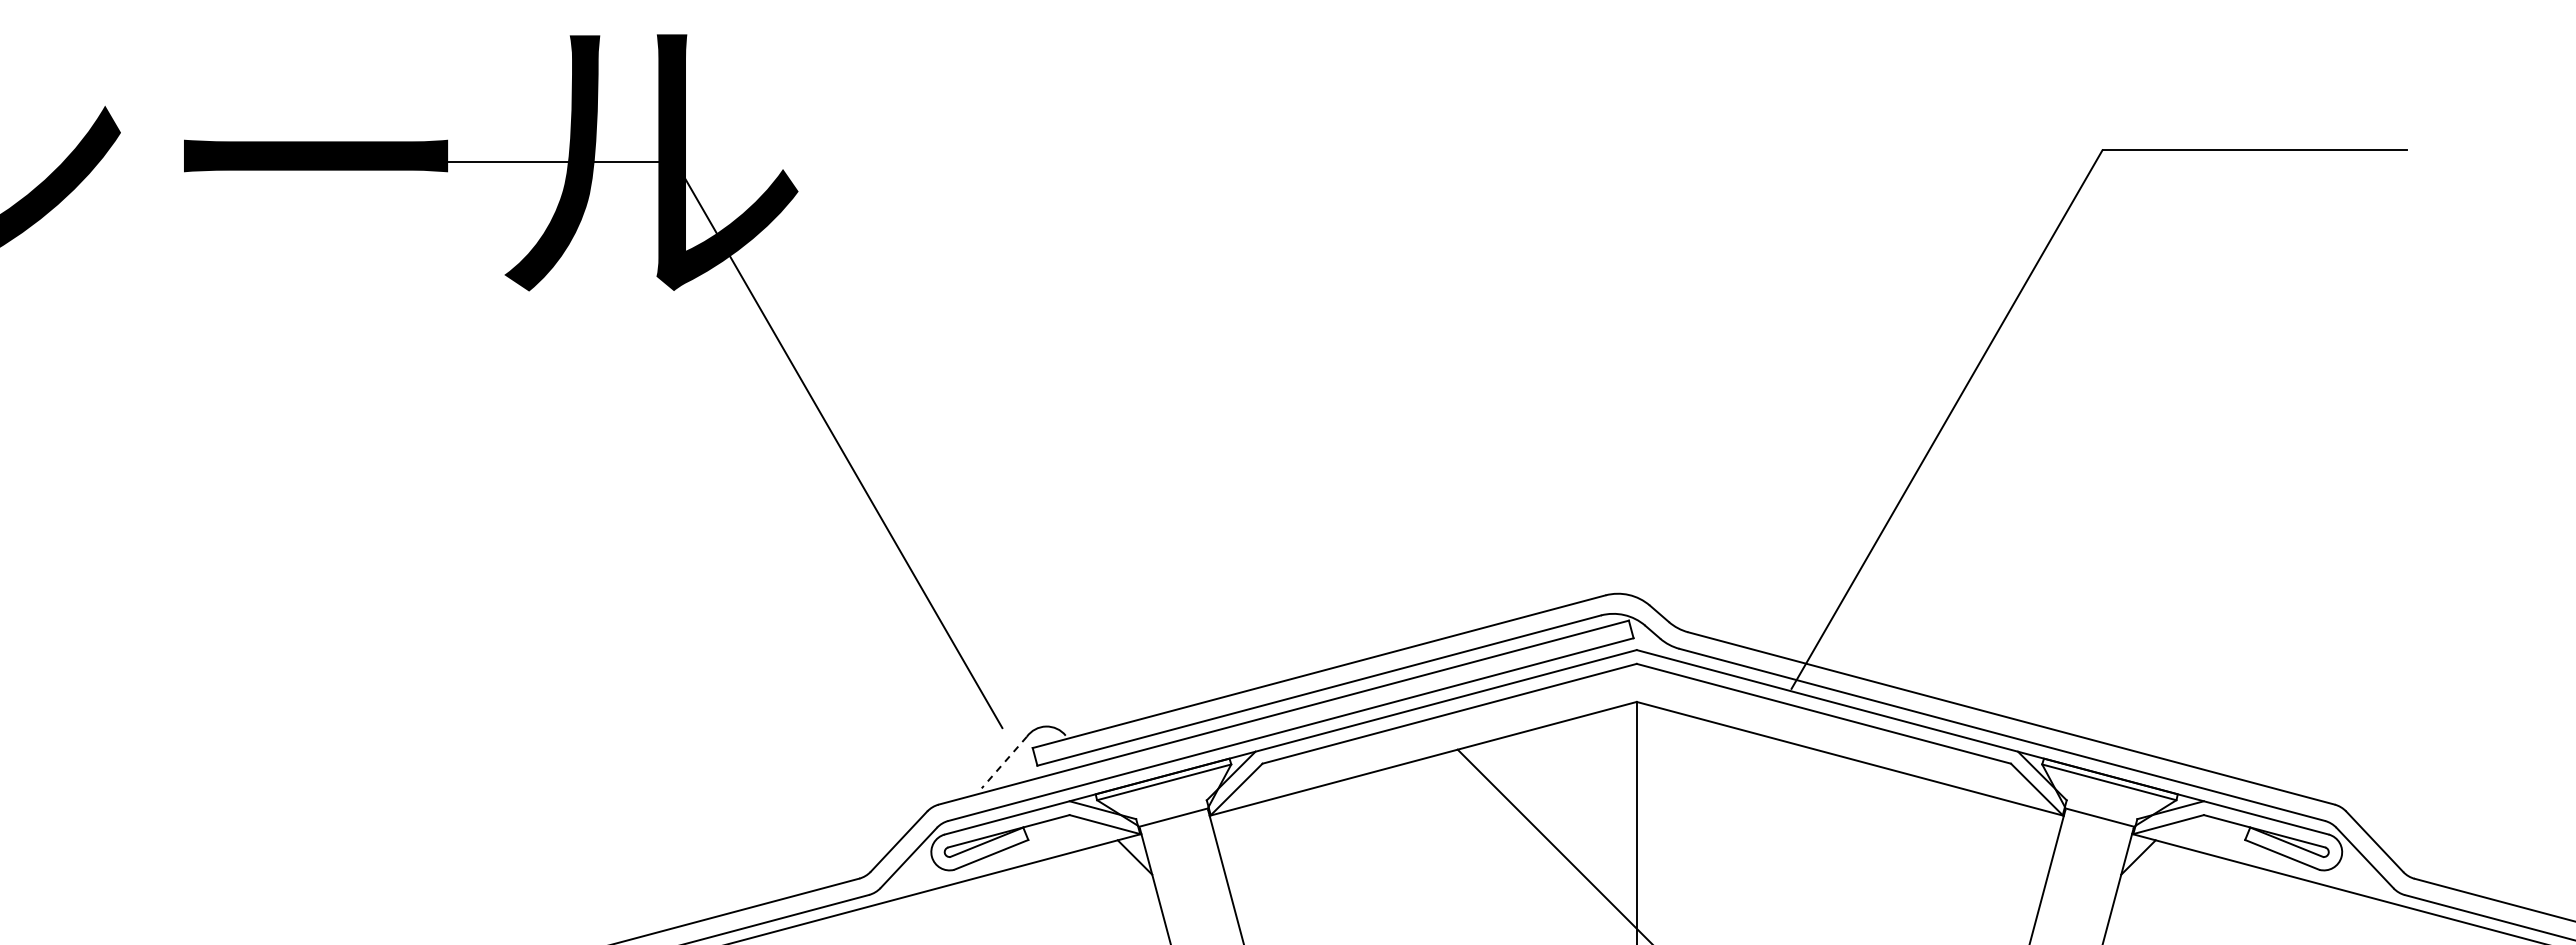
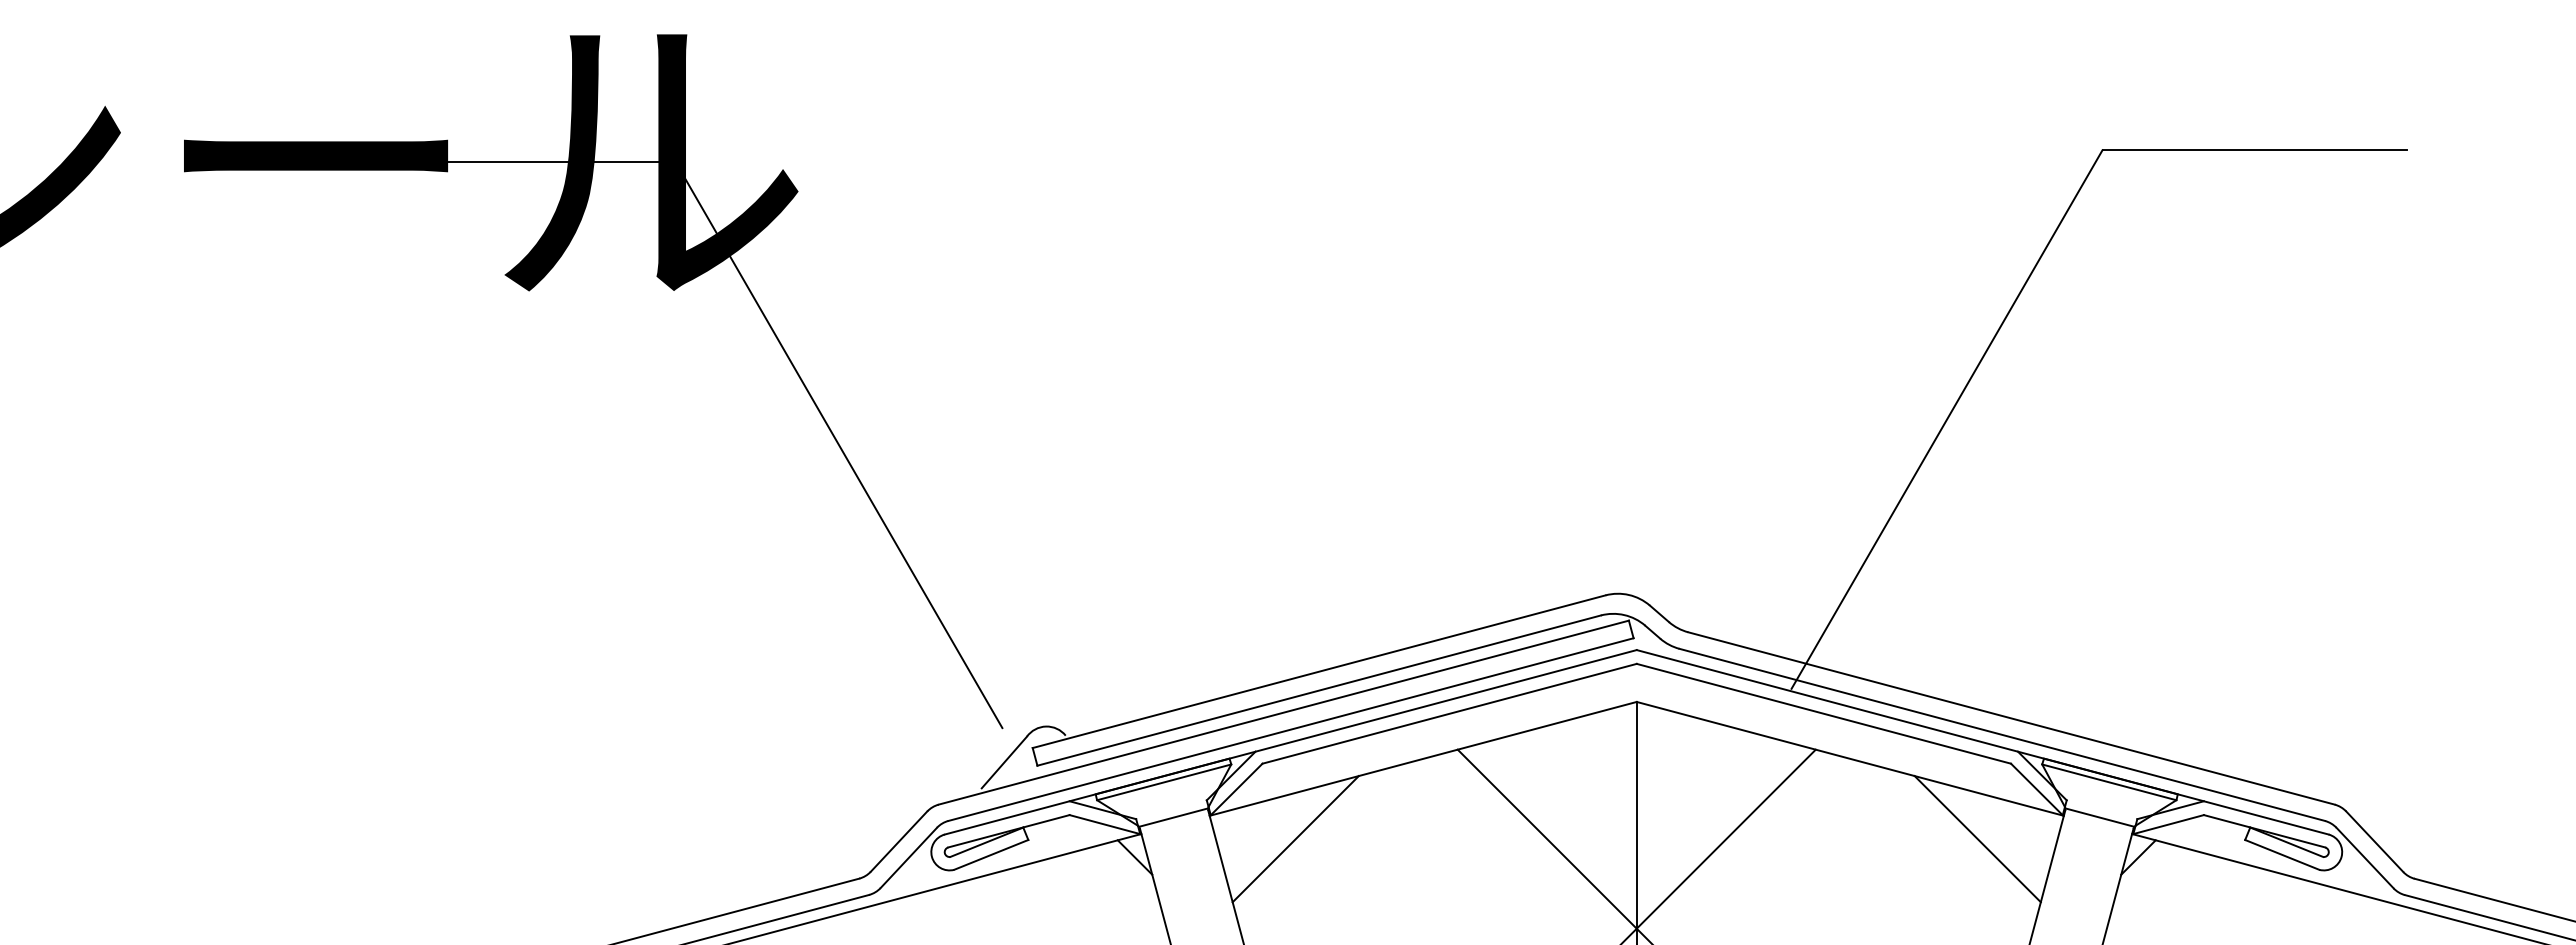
line at (1004, 762): dashed -> solid
line at (1295, 839): none -> present
line at (1977, 839): none -> present
line at (1719, 845): none -> present
